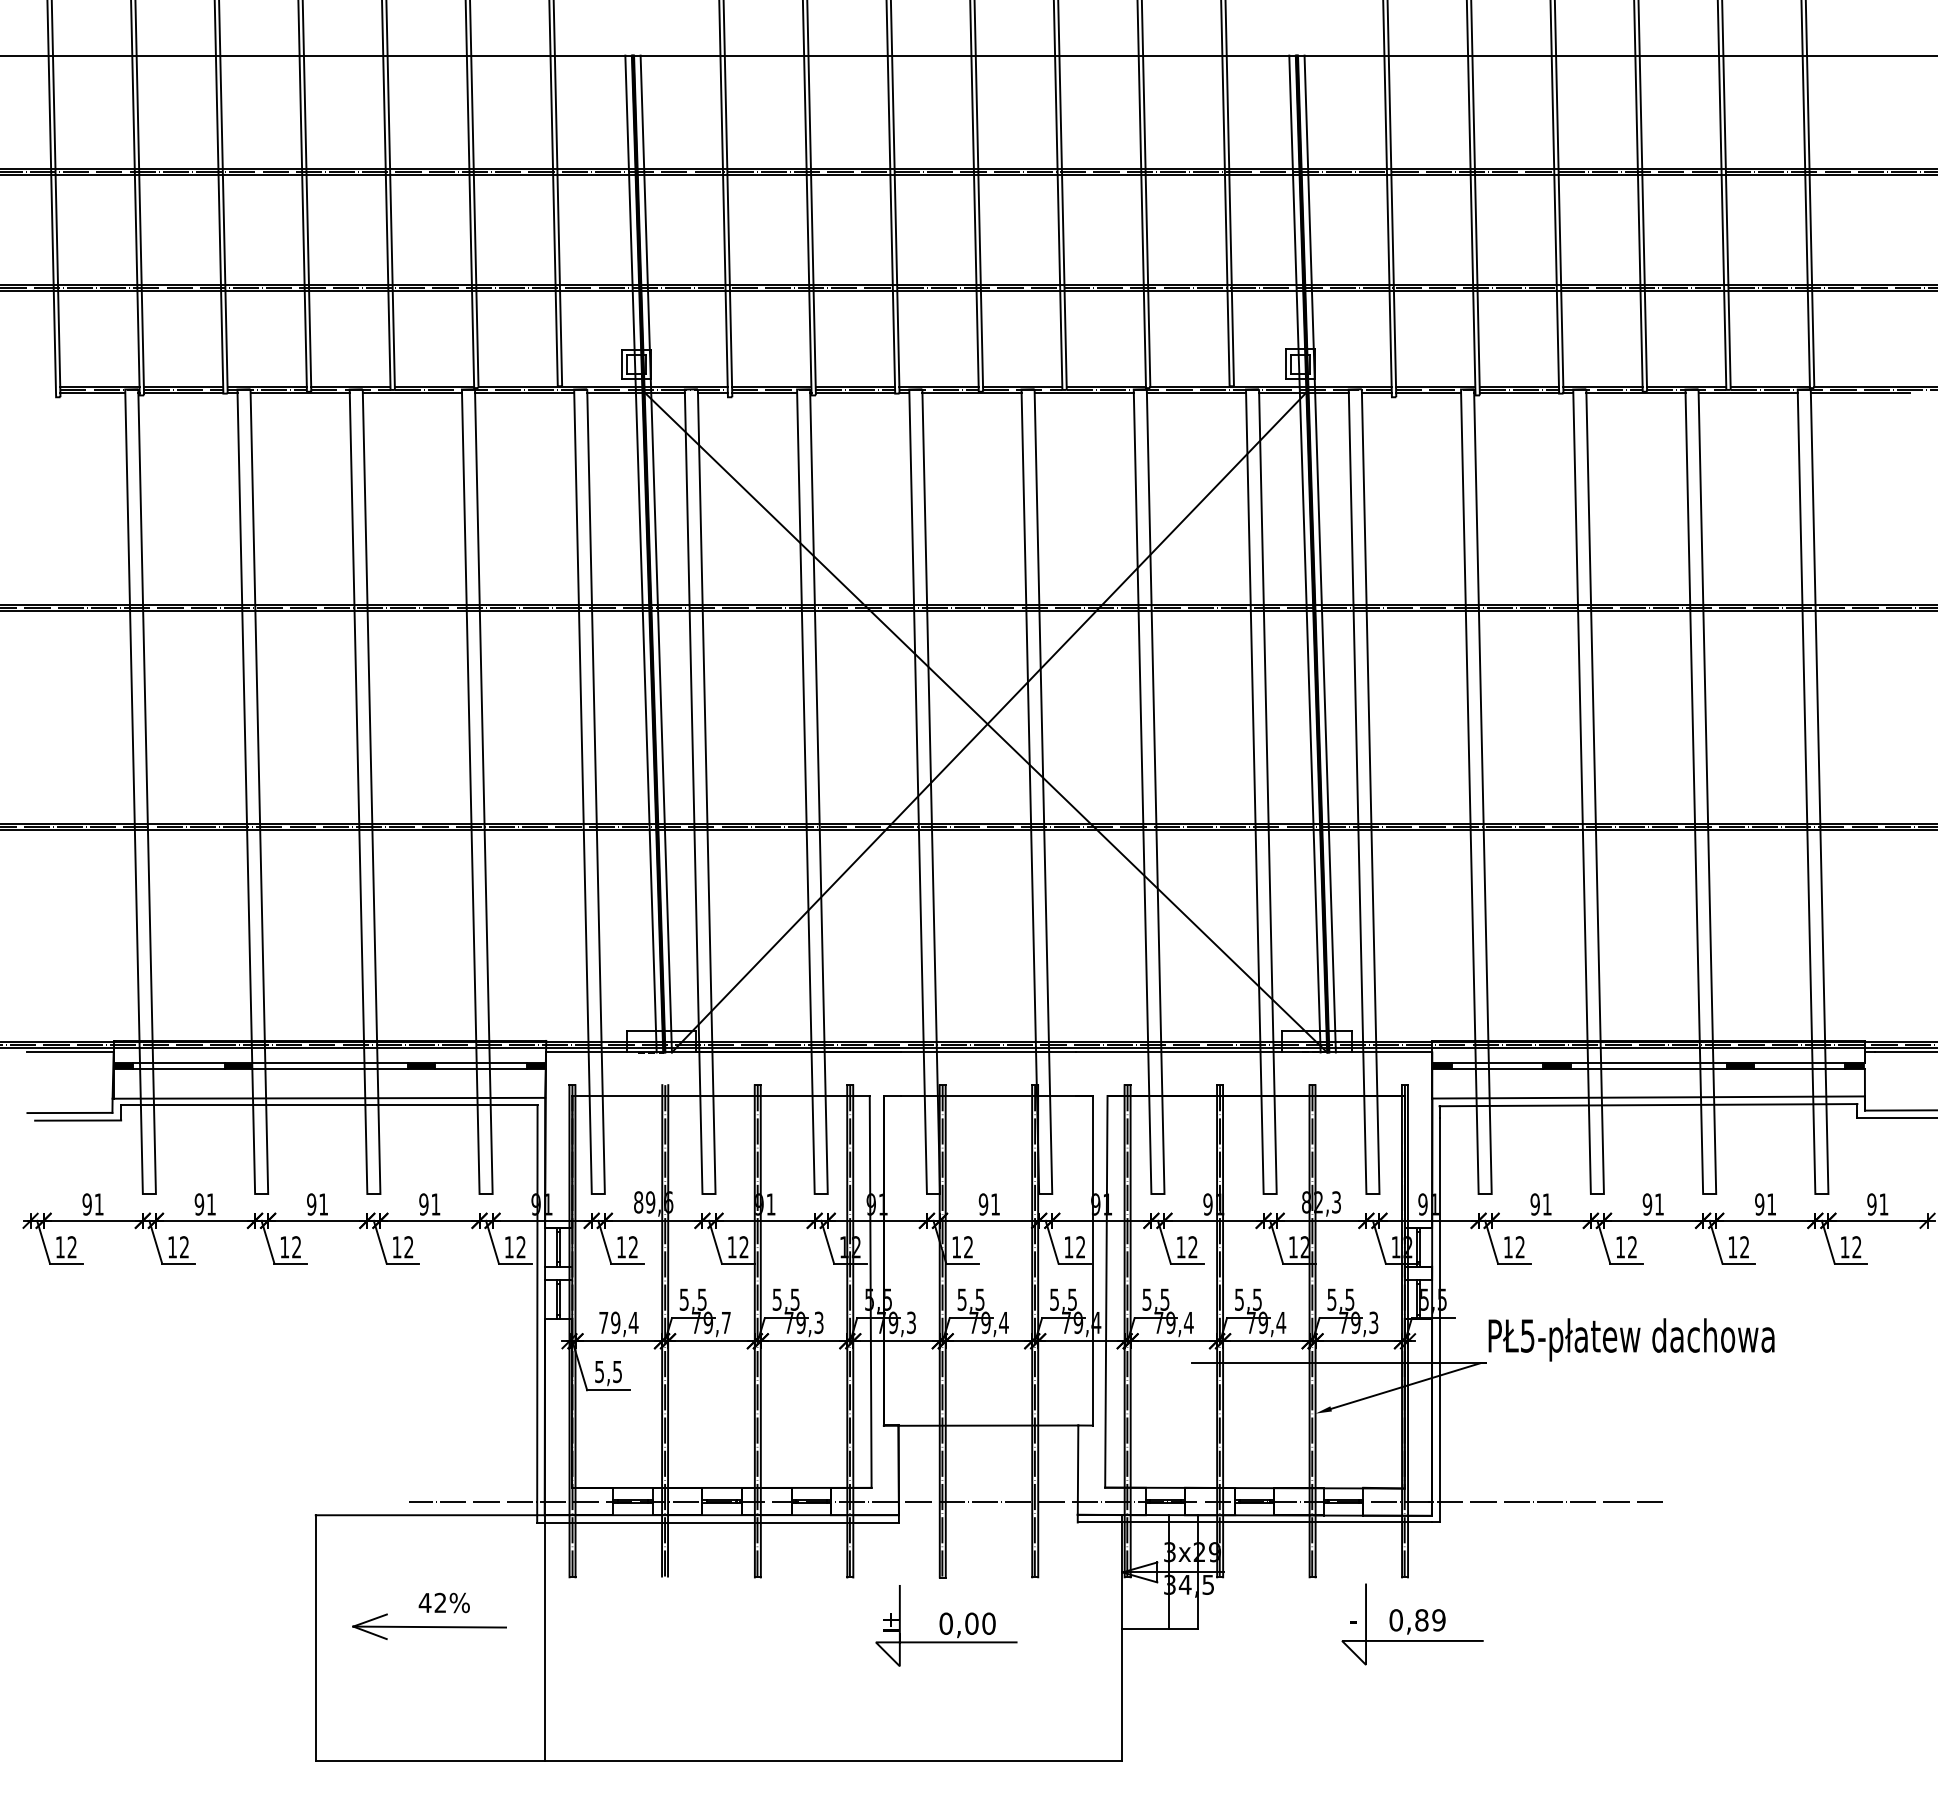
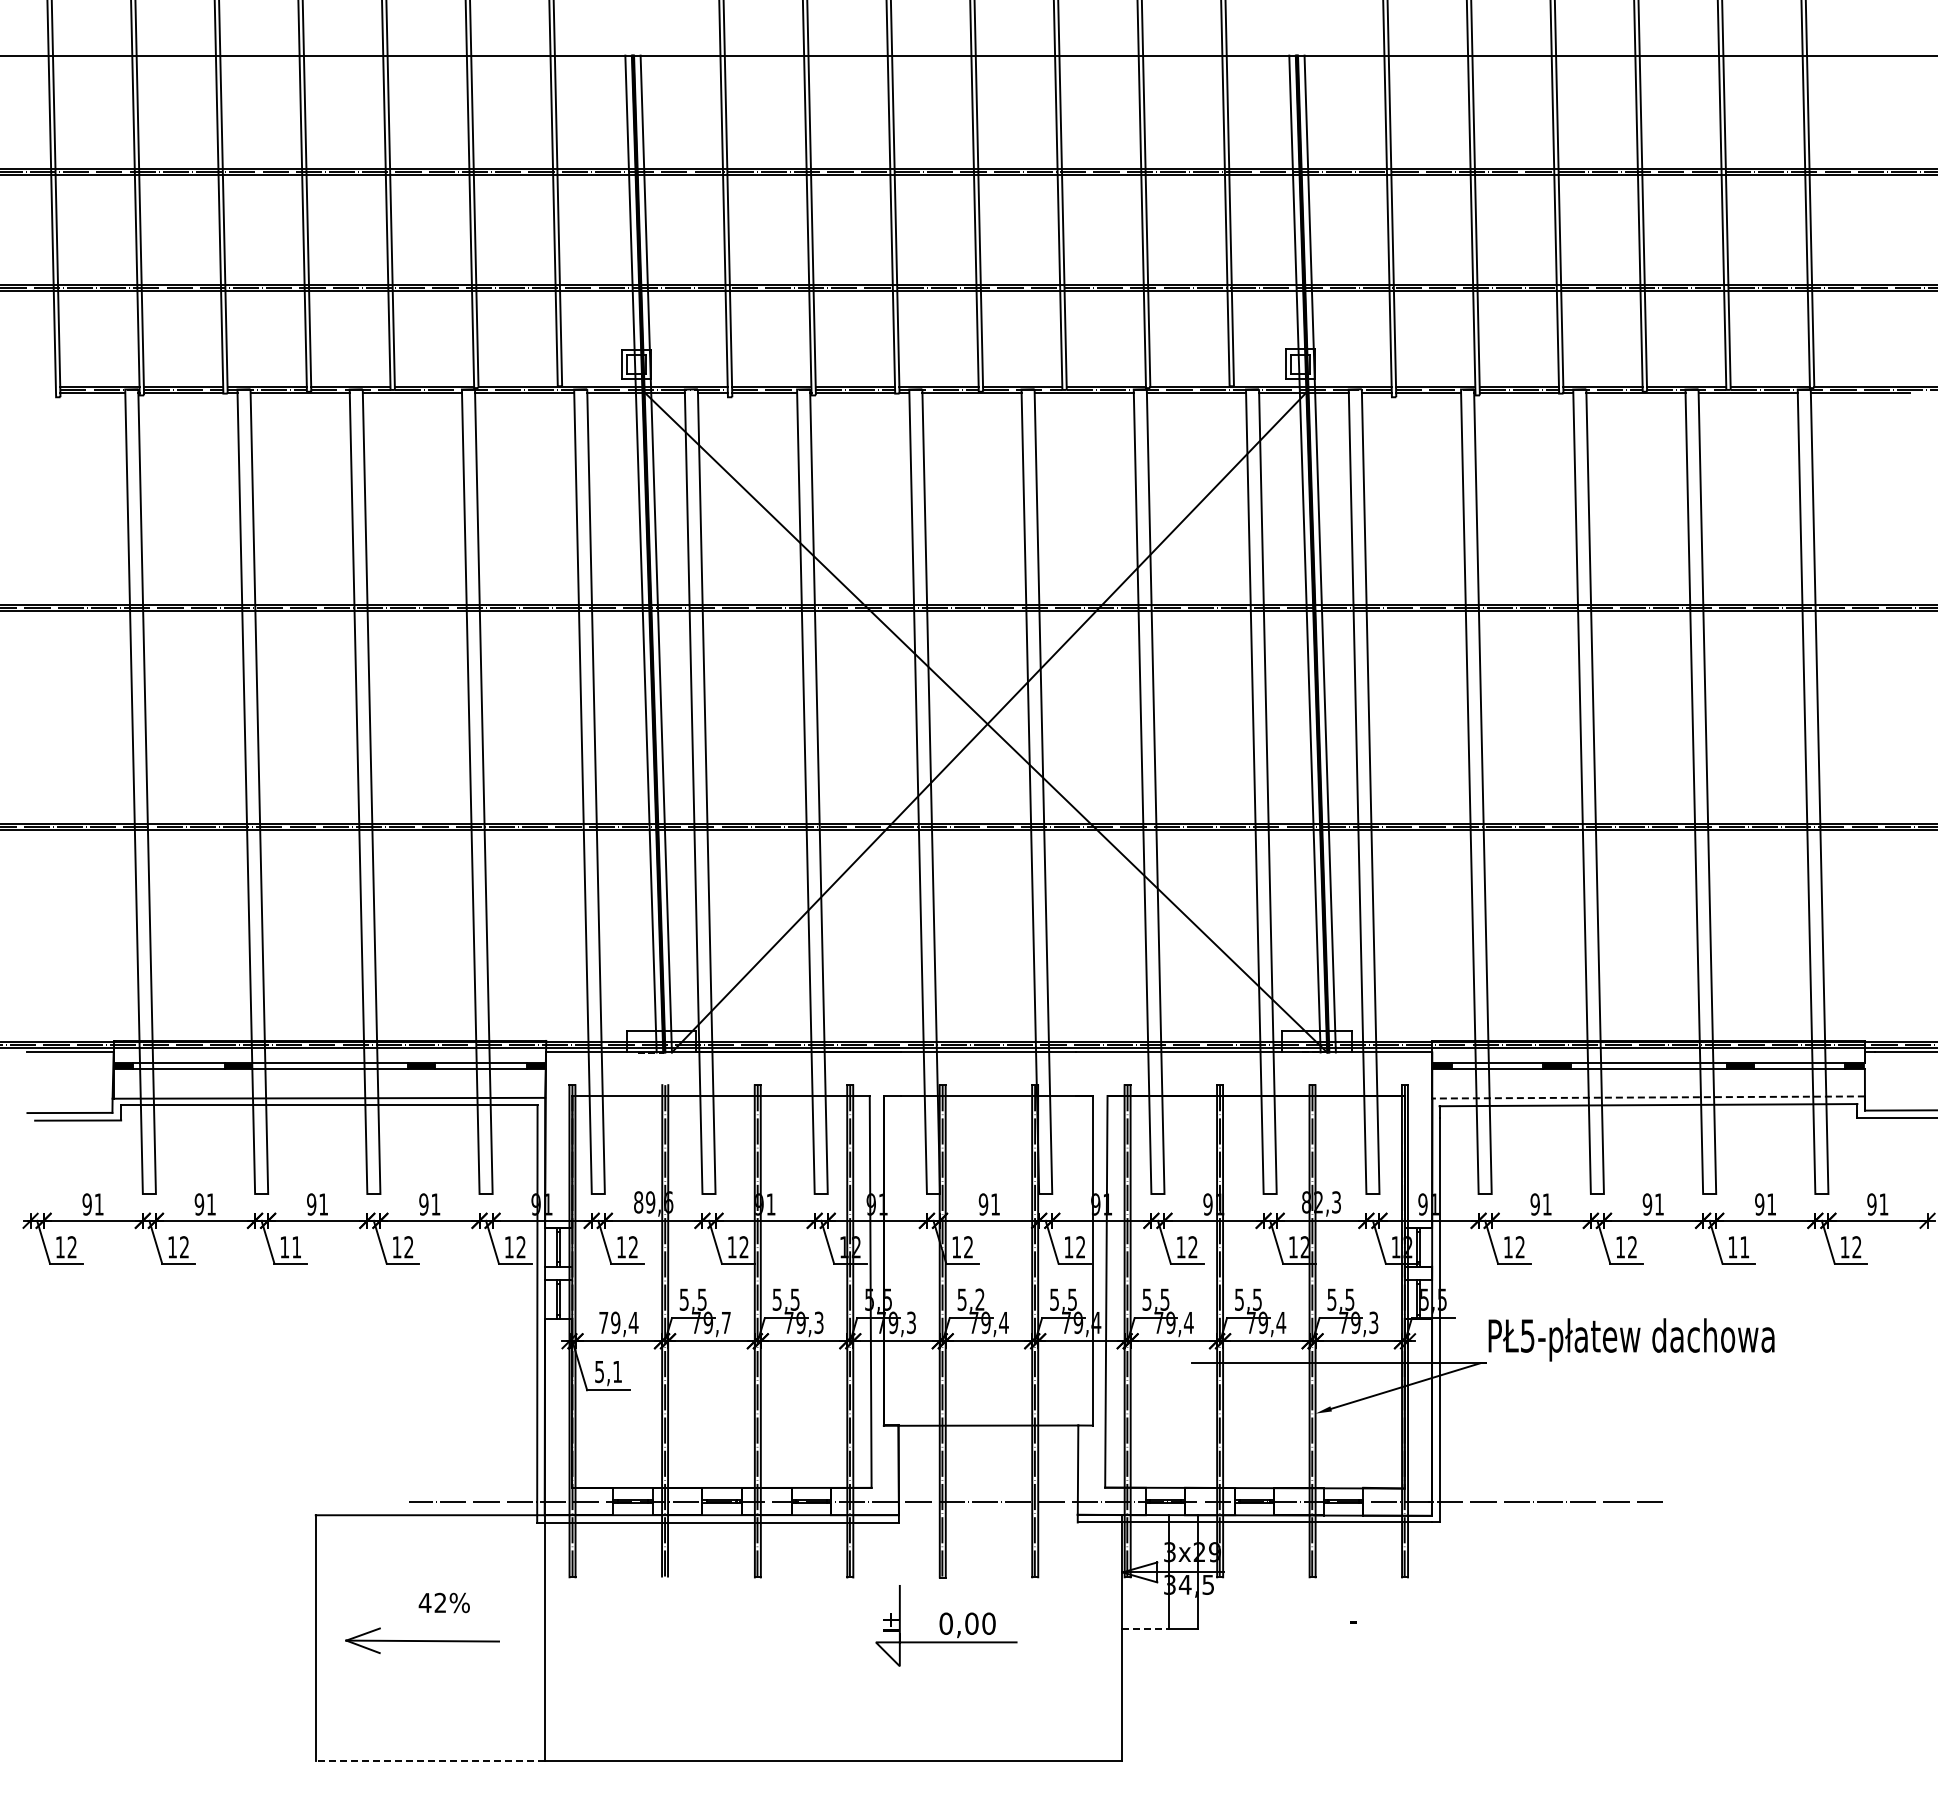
line at (1648, 1097): solid -> dashed
text at (296, 1247): 12 -> 11
text at (1744, 1247): 12 -> 11
text at (979, 1299): 5,5 -> 5,2
text at (617, 1372): 5,5 -> 5,1
part at (1412, 1624): present -> none
part at (429, 1626) position: (429, 1626) -> (422, 1640)
line at (1146, 1629): solid -> dashed
line at (429, 1761): solid -> dashed
